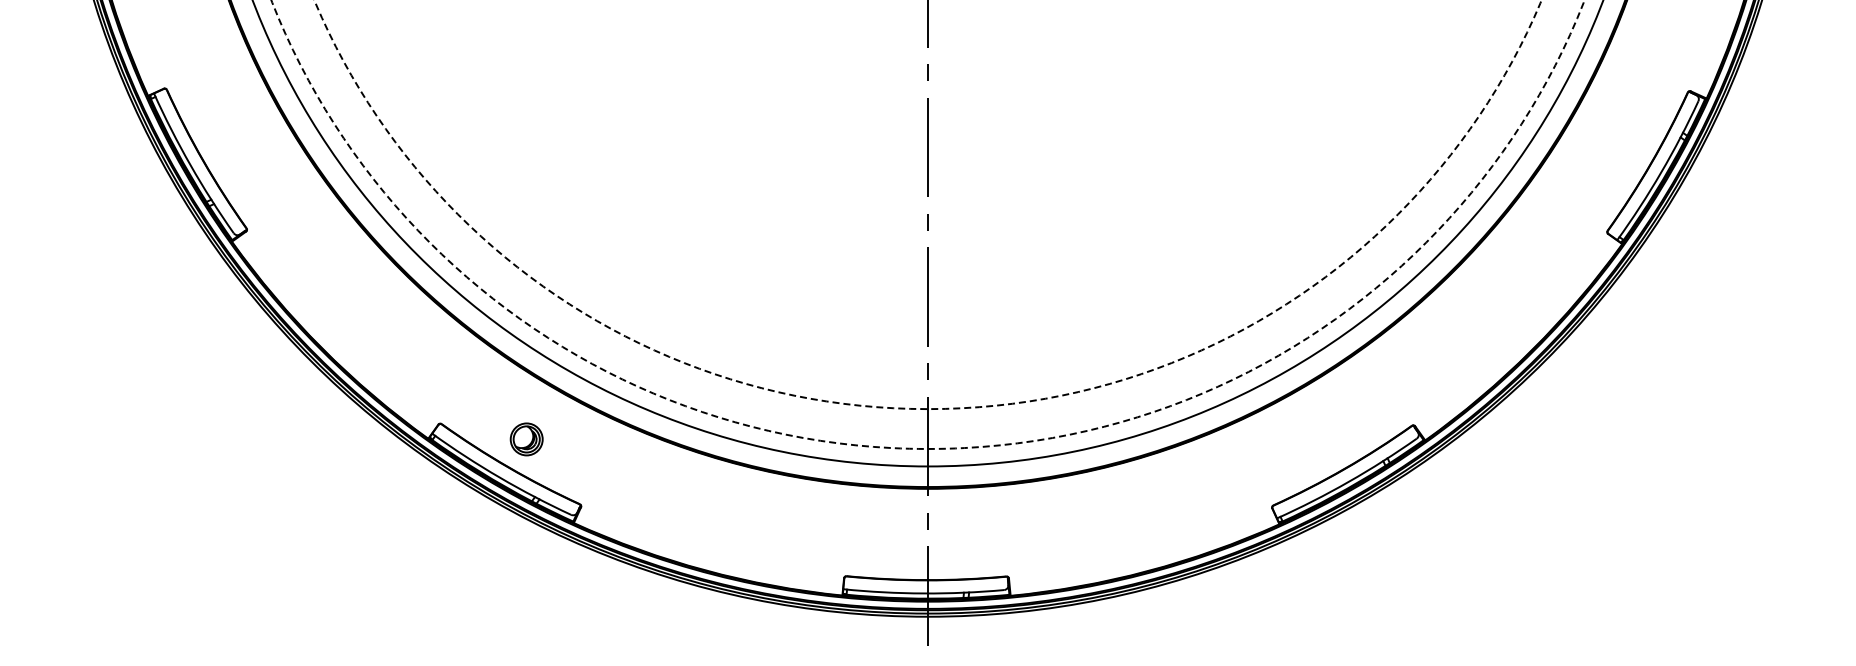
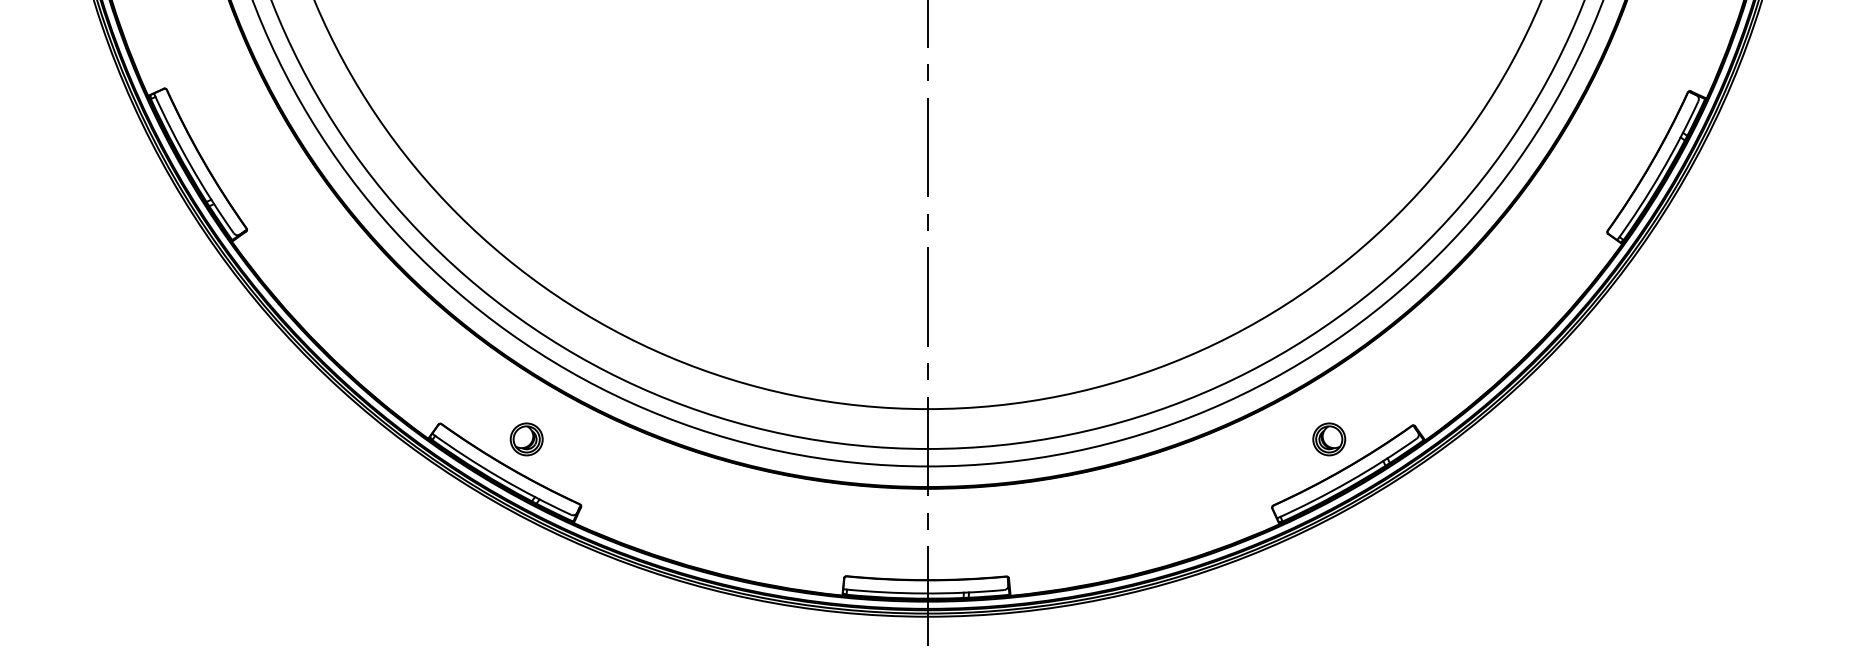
circle at (927, 204): dashed -> solid
circle at (927, 224): dashed -> solid
part at (1329, 439): none -> present
